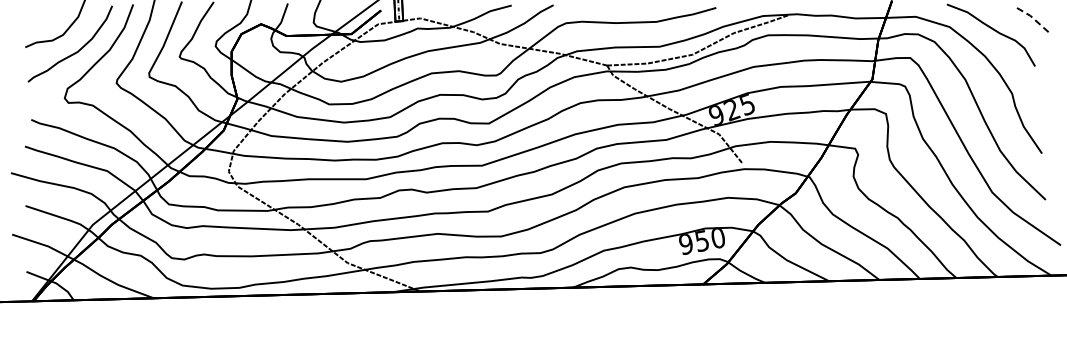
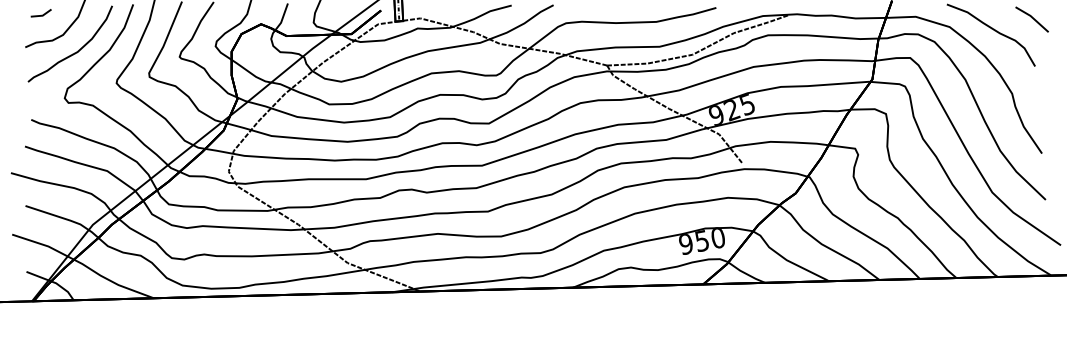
line at (41, 14): none -> present
line at (1032, 17): dashed -> solid
